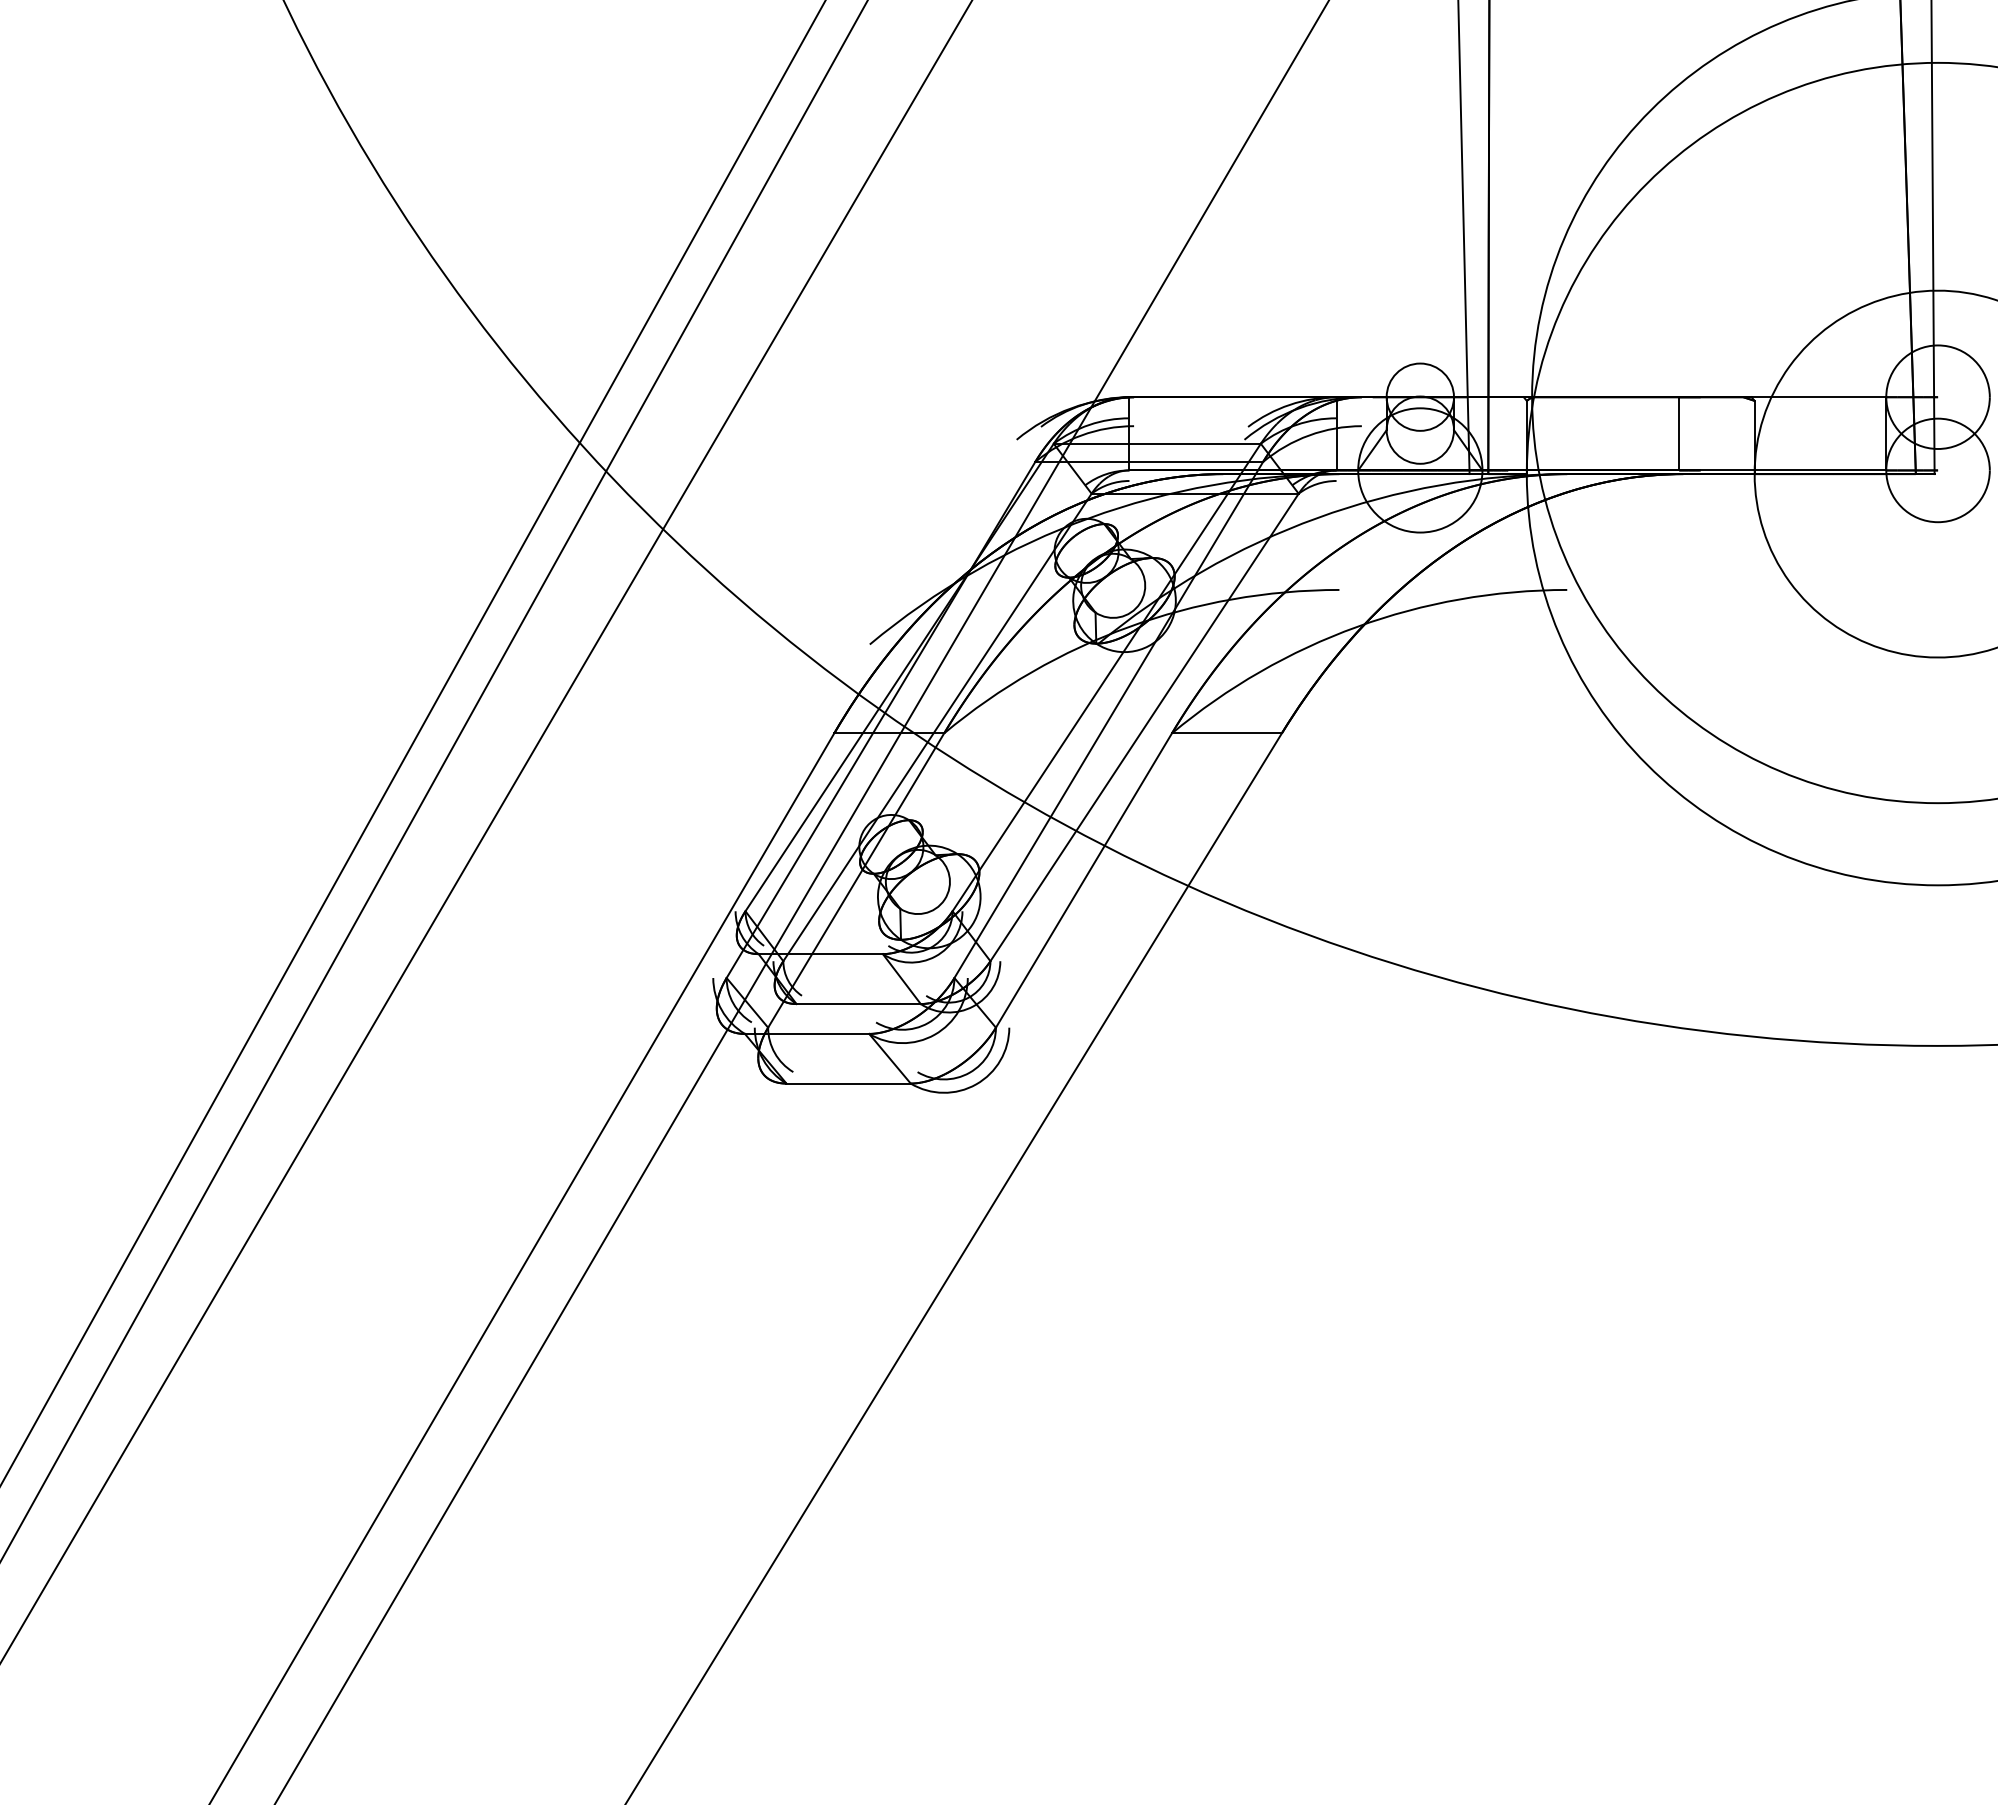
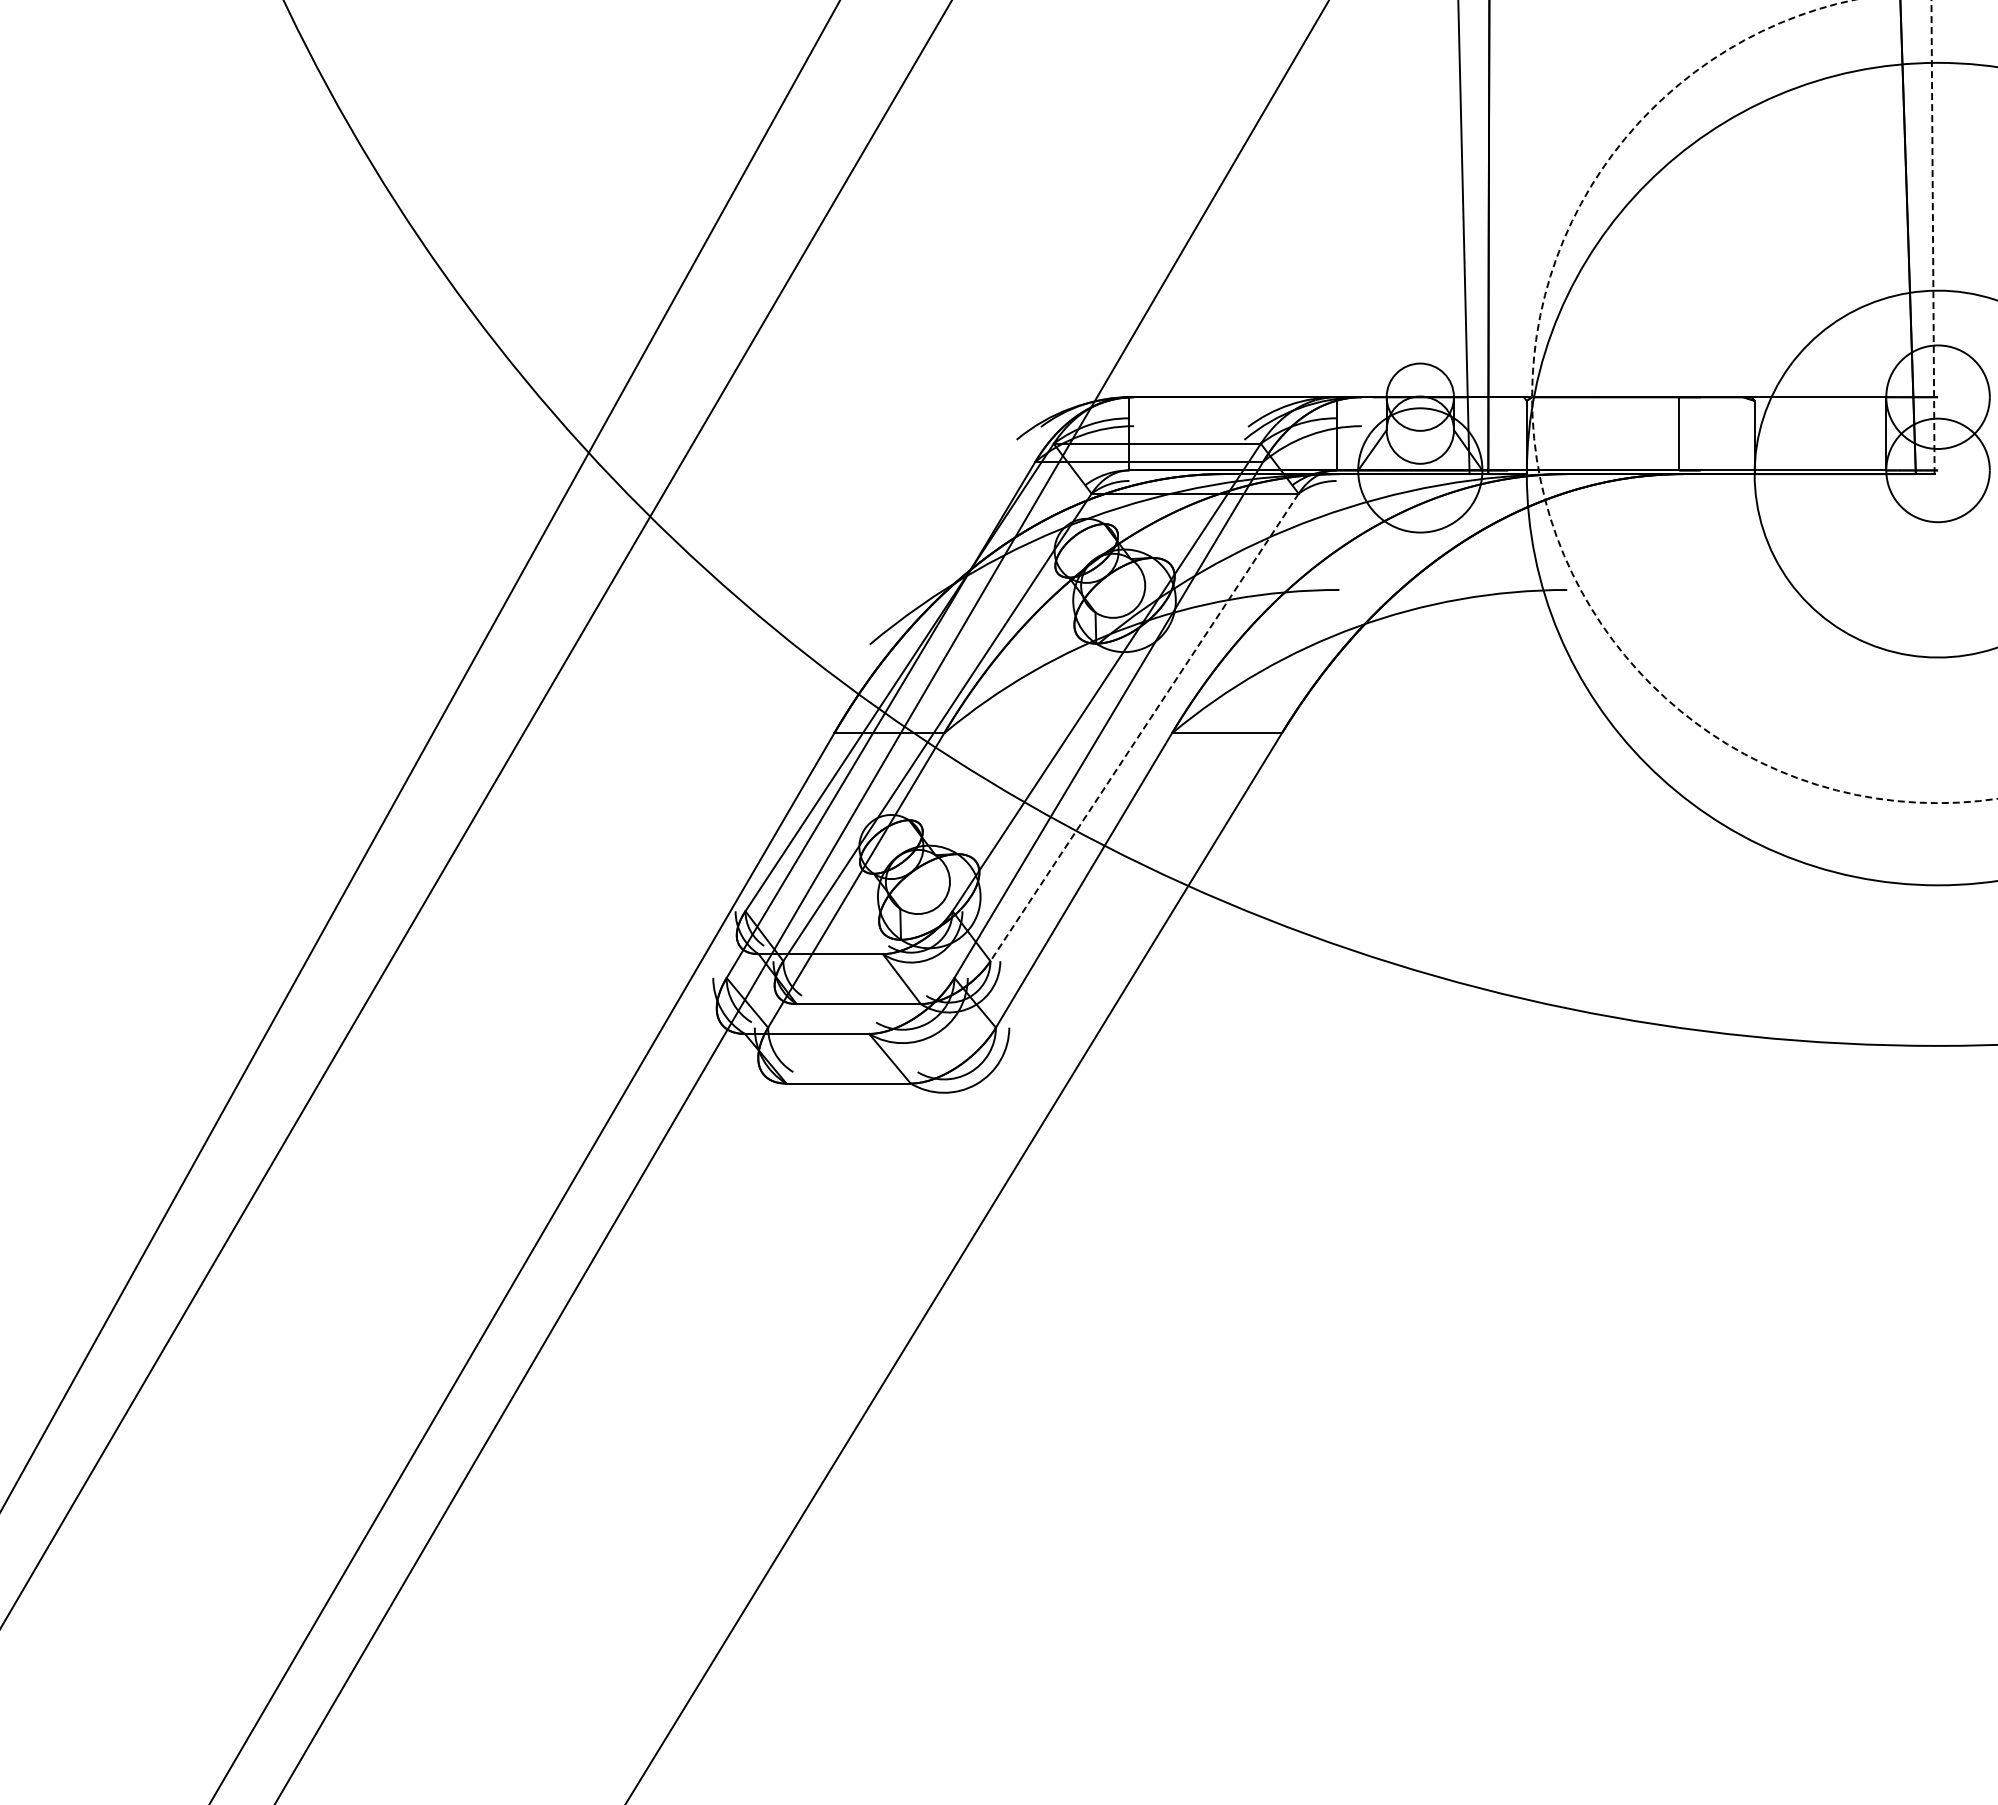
line at (1933, 237): solid -> dashed
arc at (1538, 469): solid -> dashed
line at (1144, 727): solid -> dashed
line at (413, 742): present -> none
line at (434, 780) position: (434, 780) -> (420, 755)
line at (486, 831) position: (486, 831) -> (476, 813)
